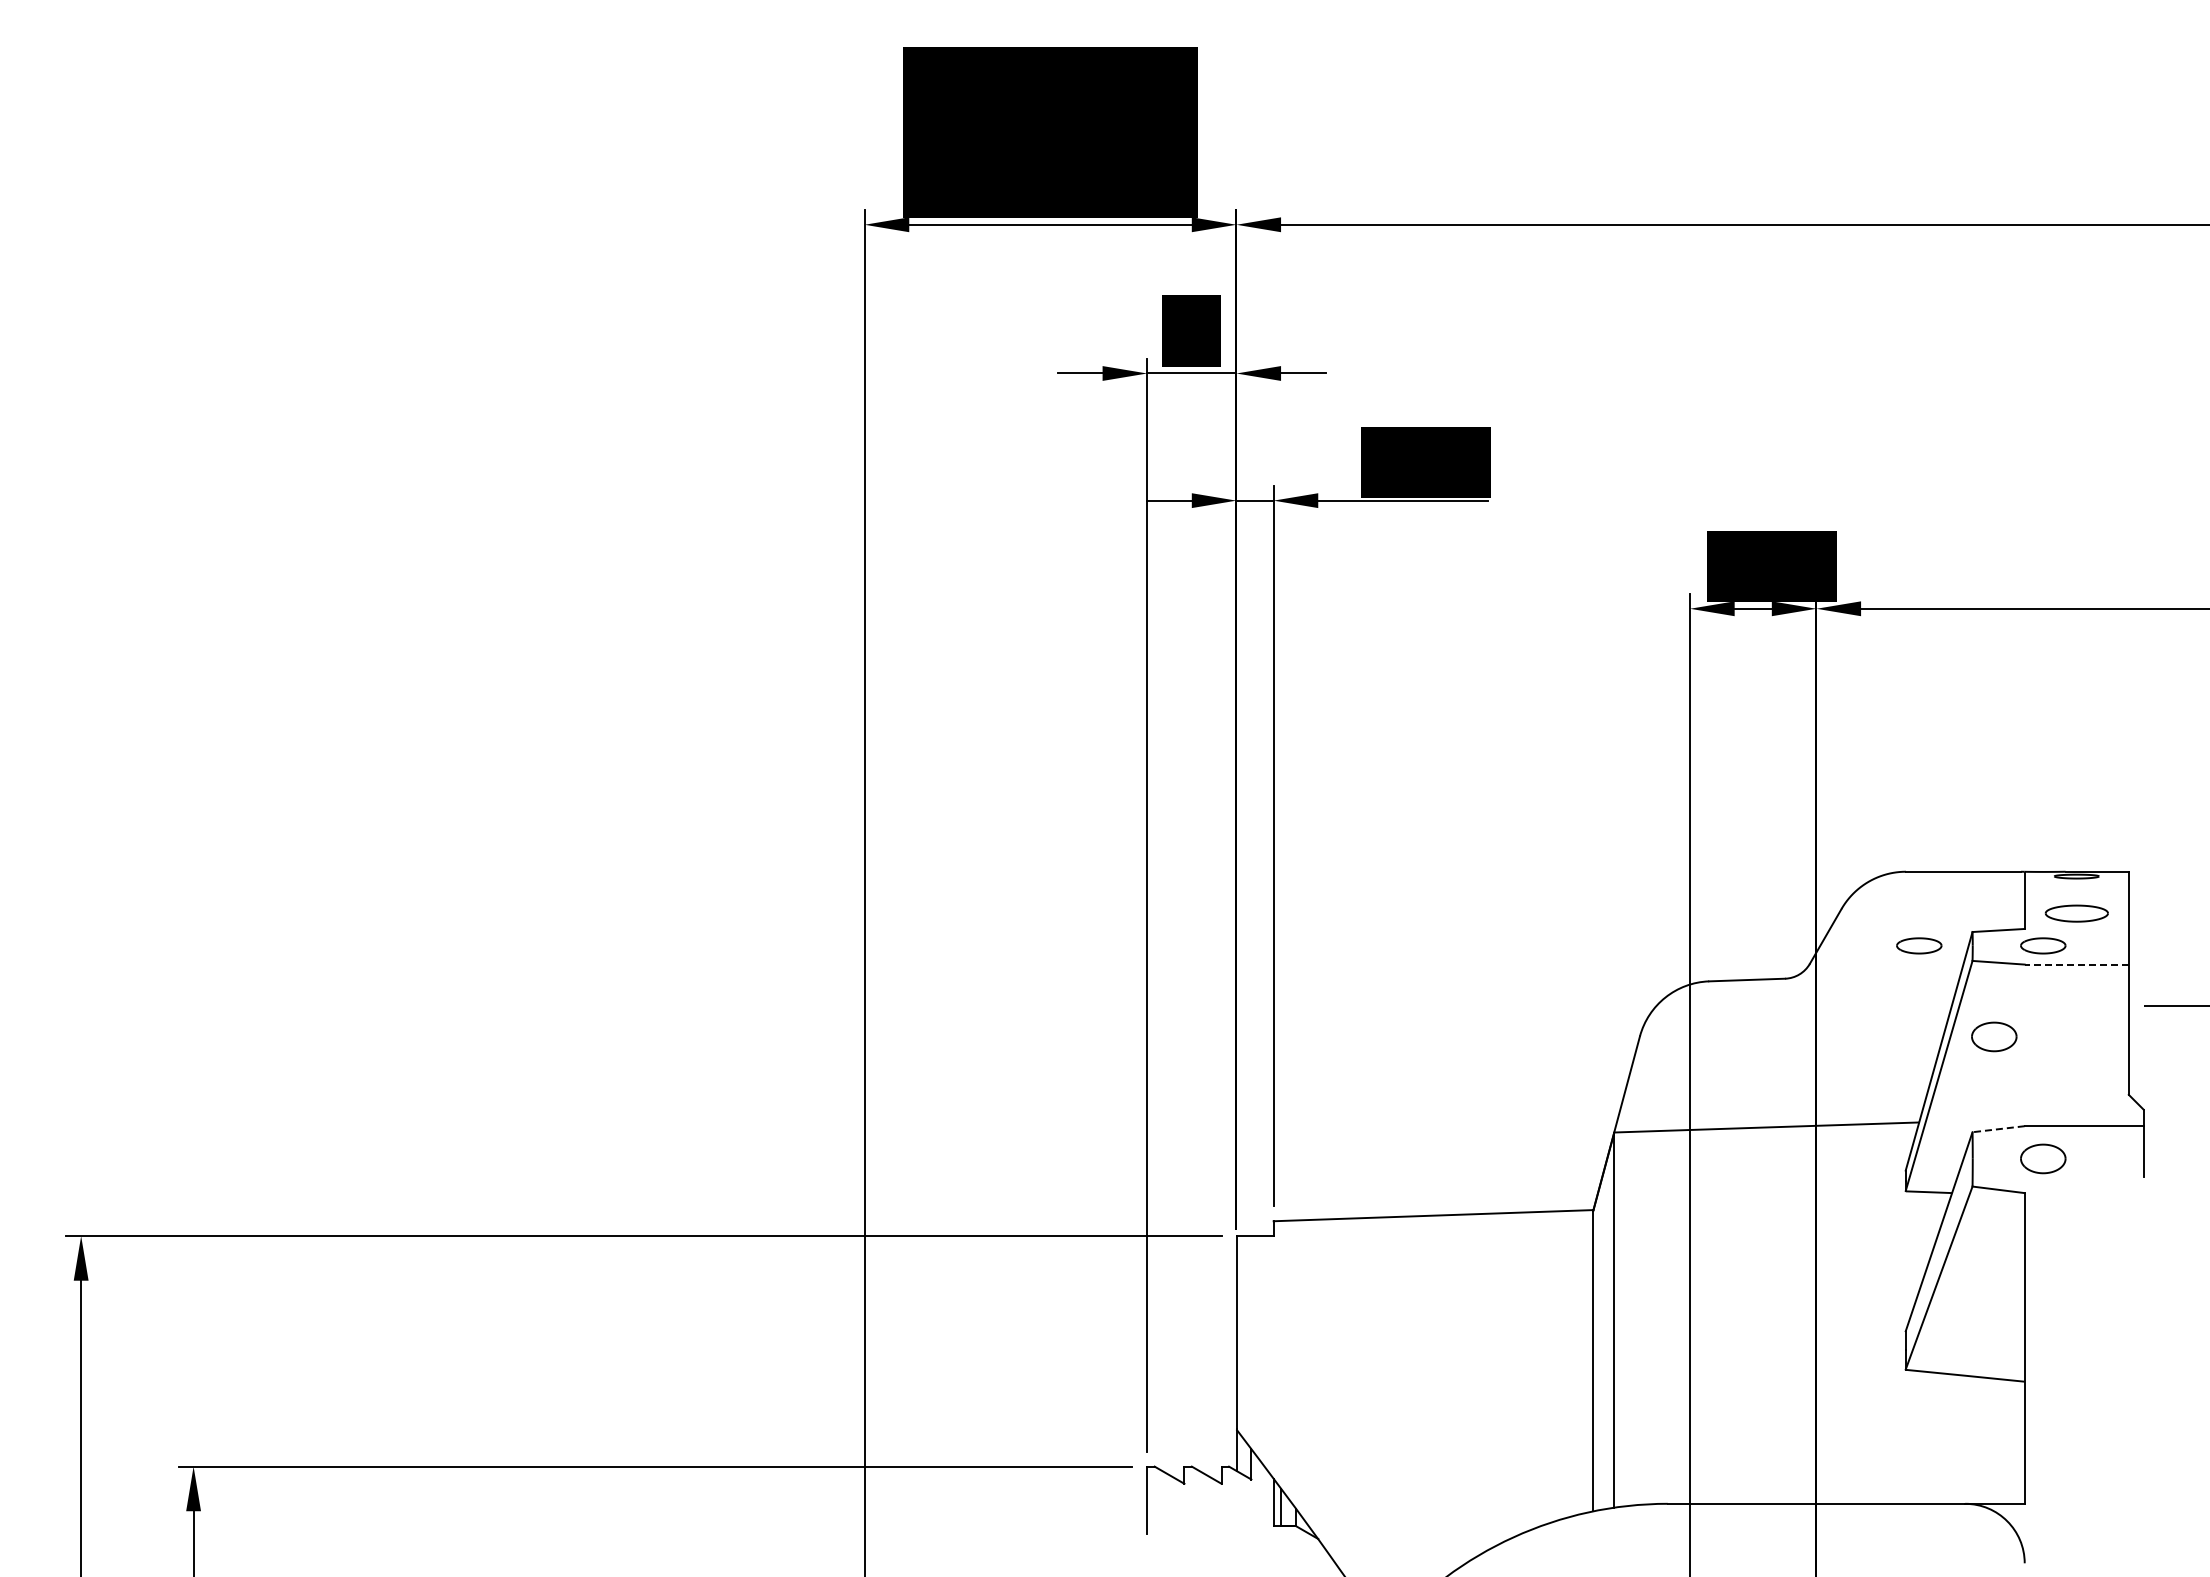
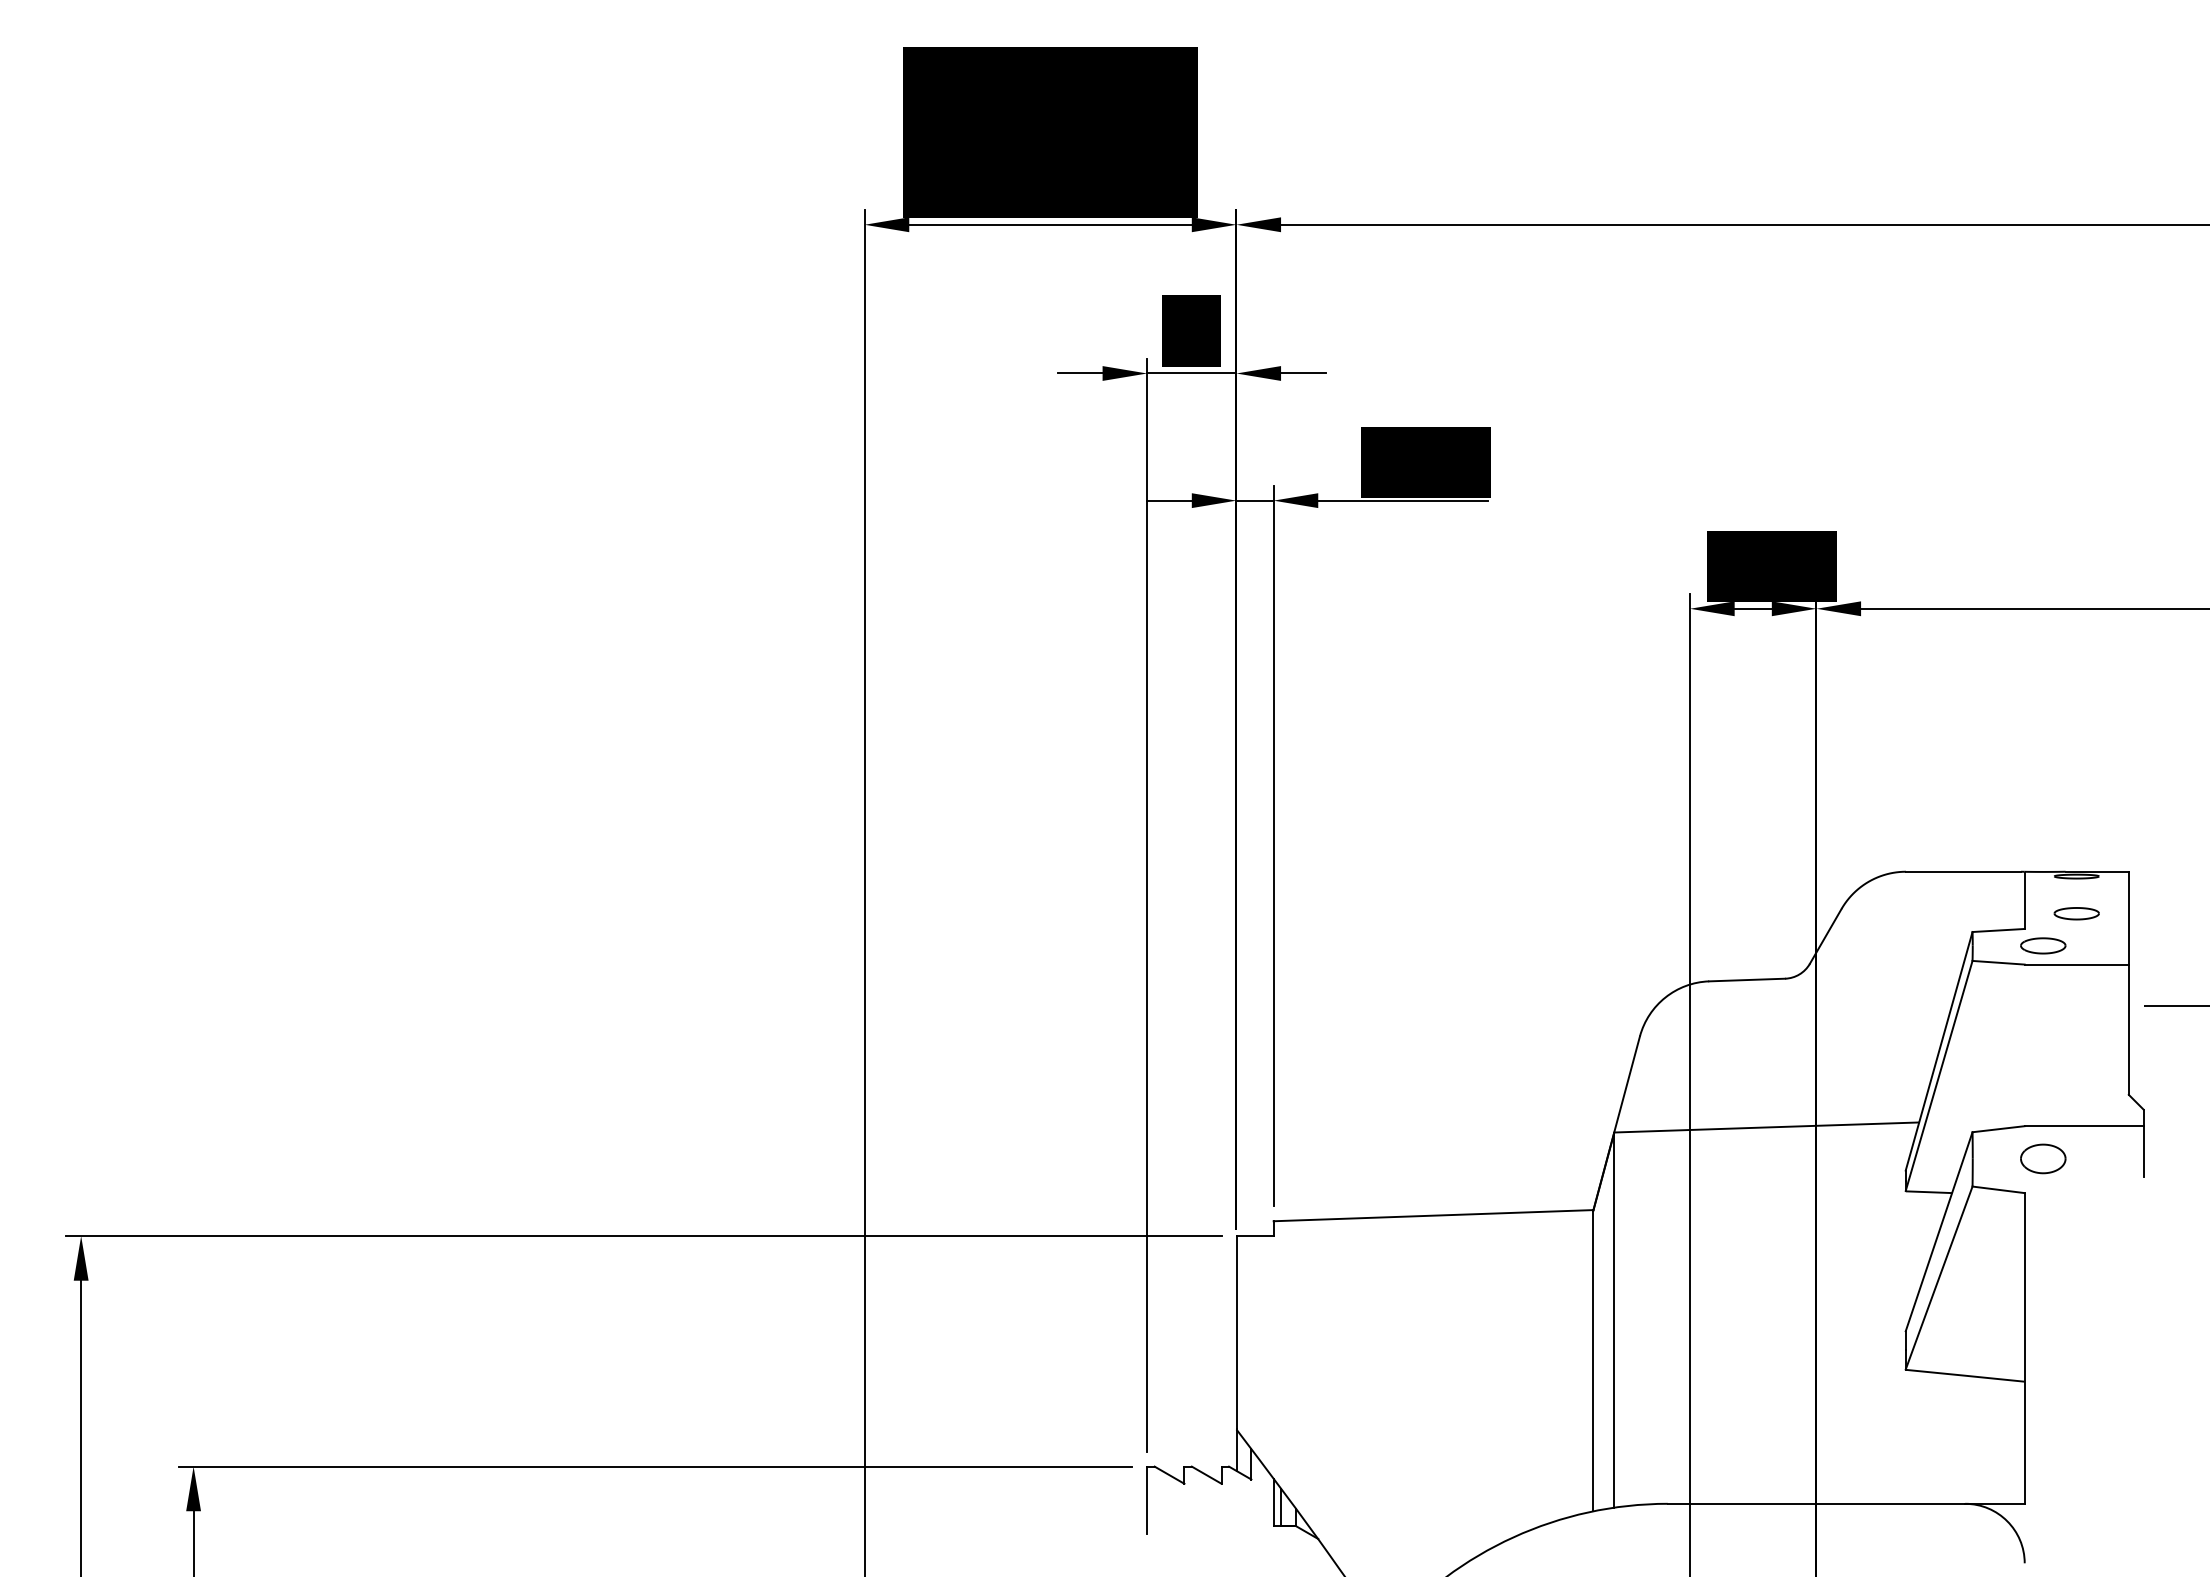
part at (2076, 913) size: 65x19 px -> 47x14 px
part at (1919, 945): present -> none
line at (2076, 964): dashed -> solid
part at (1994, 1036): present -> none
line at (1998, 1129): dashed -> solid
